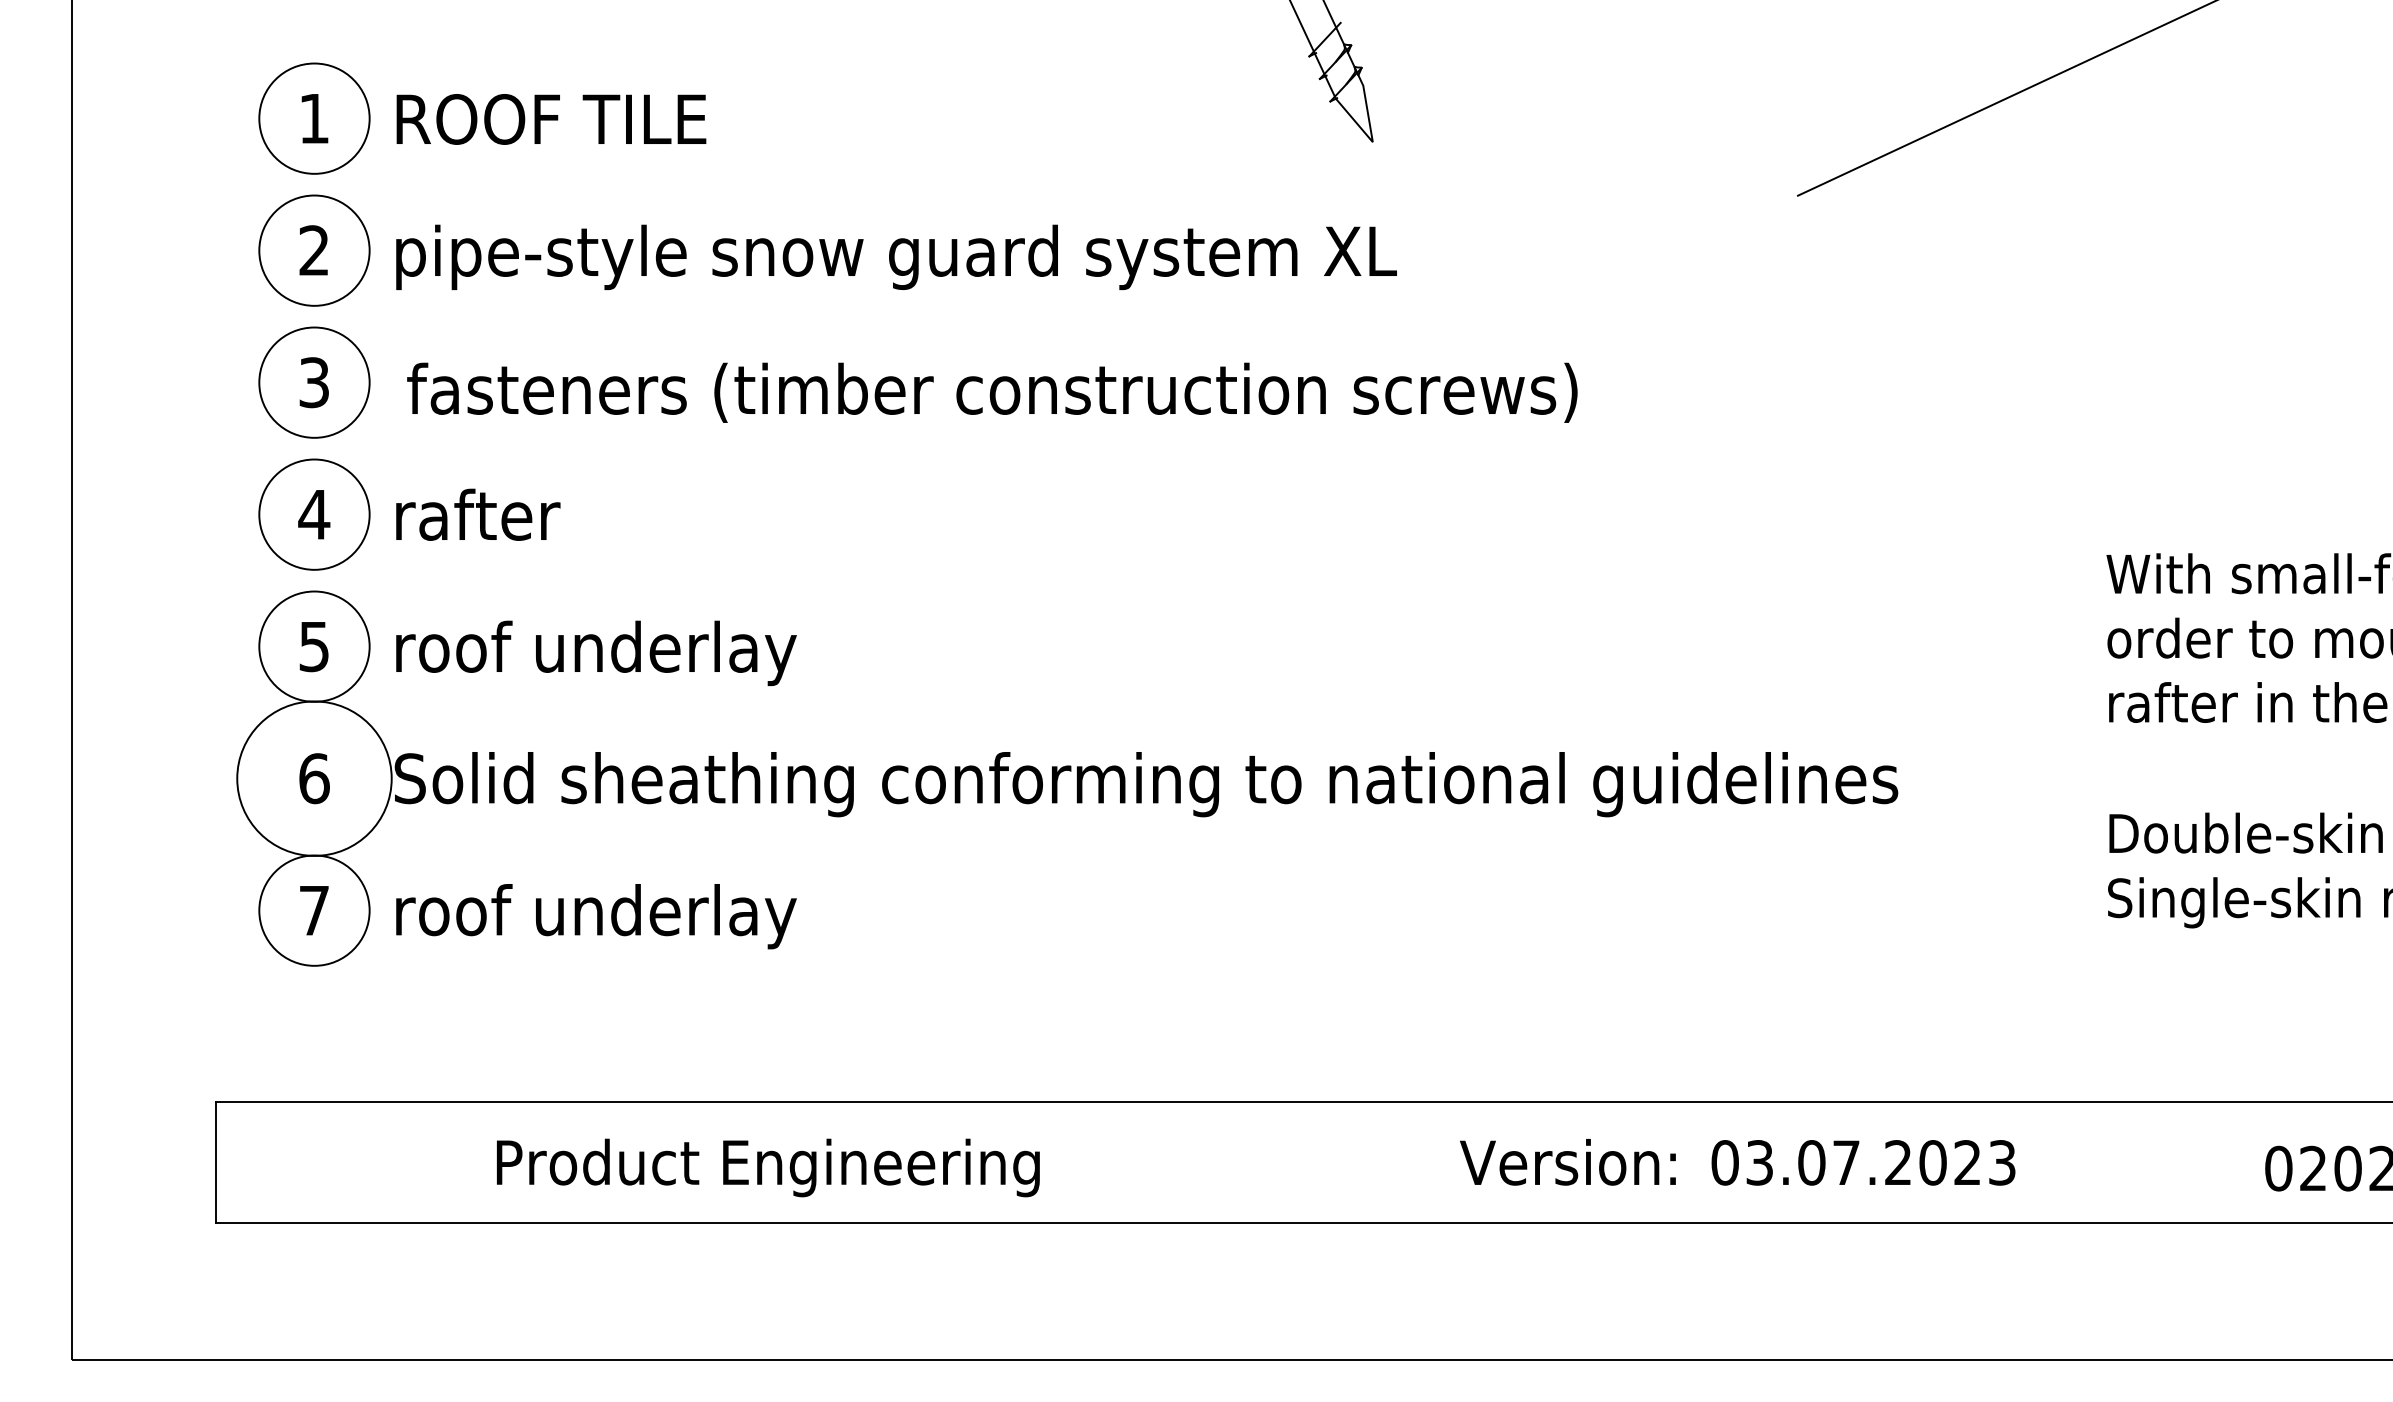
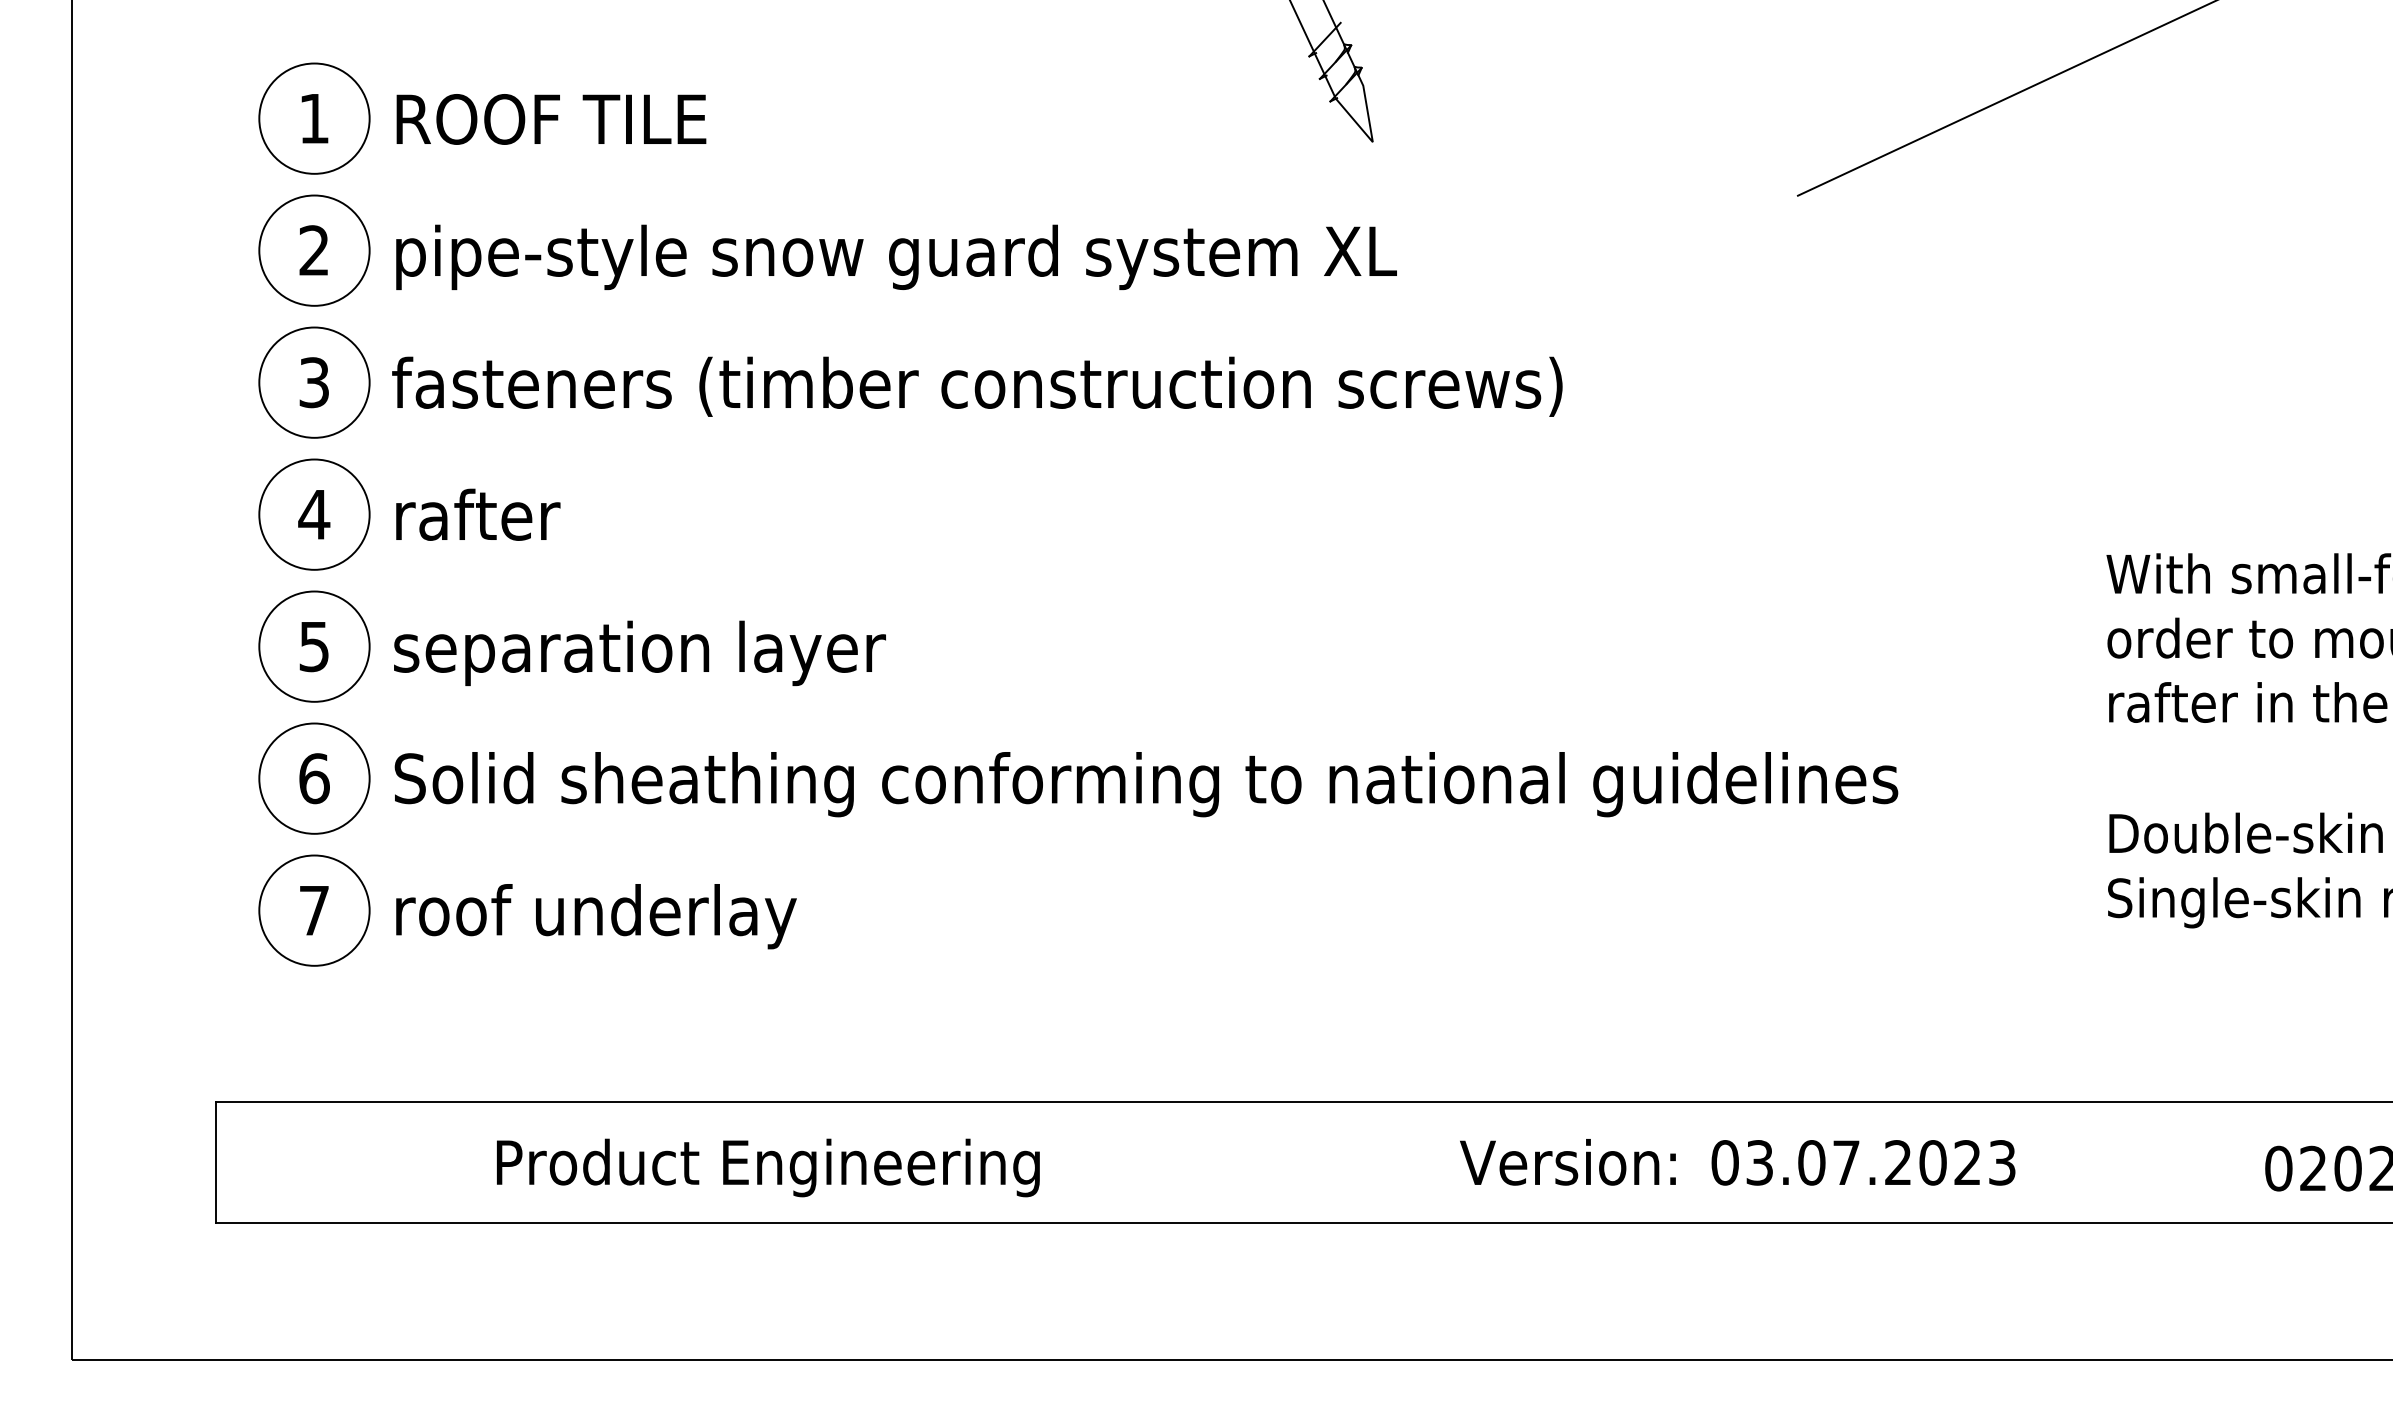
text at (992, 392) position: (992, 392) -> (977, 386)
text at (639, 653): roof underlay -> separation layer
circle at (314, 778) diameter: 154 px -> 110 px
